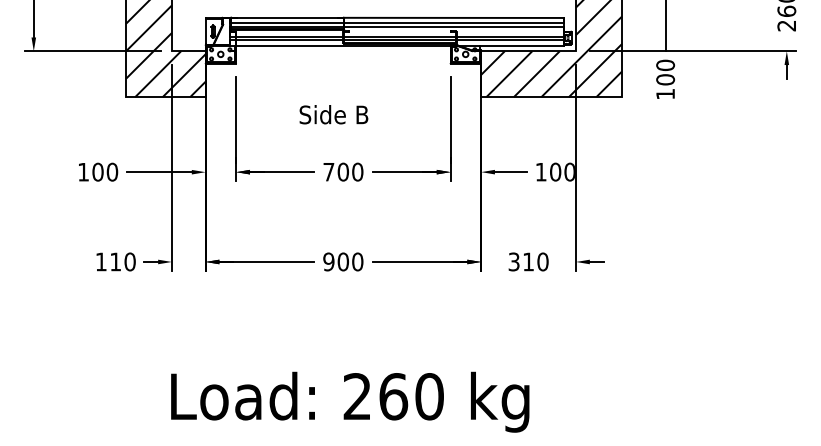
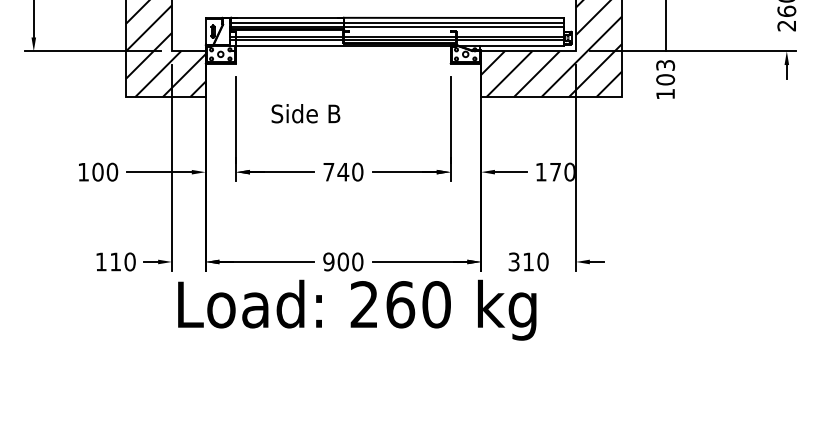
text at (665, 65): 100 -> 103
text at (333, 114) position: (333, 114) -> (305, 113)
text at (343, 171): 700 -> 740
text at (555, 171): 100 -> 170
text at (350, 401) position: (350, 401) -> (357, 309)
